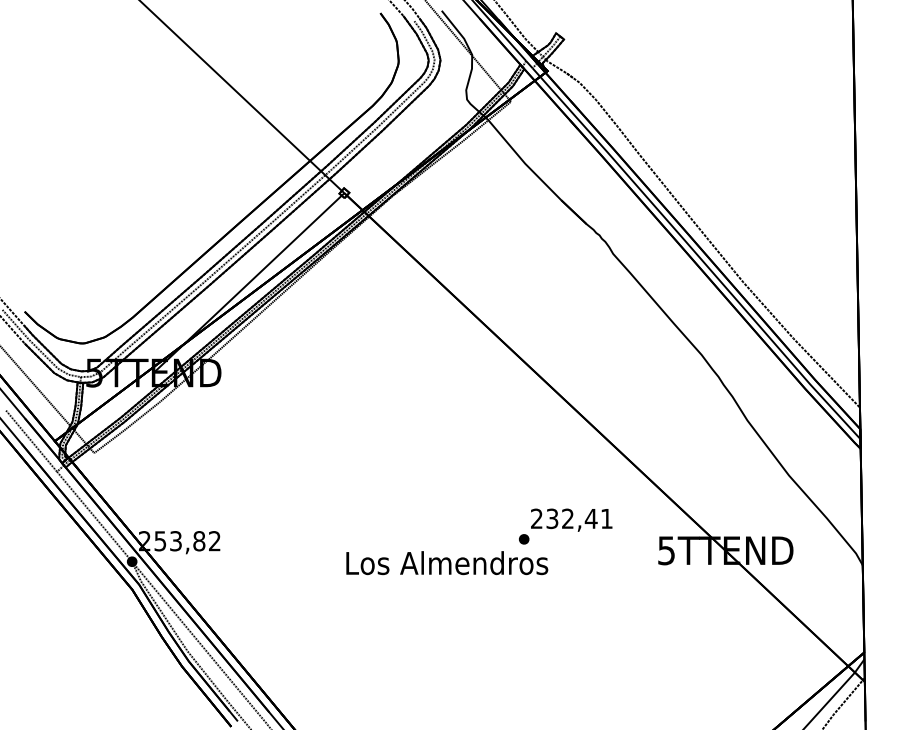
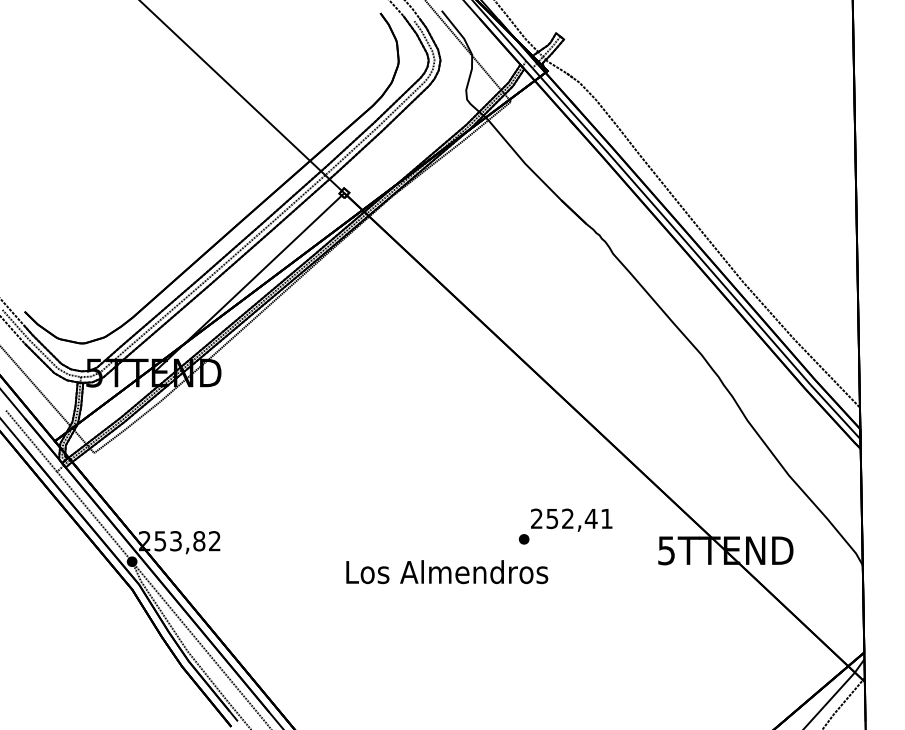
text at (552, 518): 232,41 -> 252,41
text at (447, 563) position: (447, 563) -> (447, 572)
